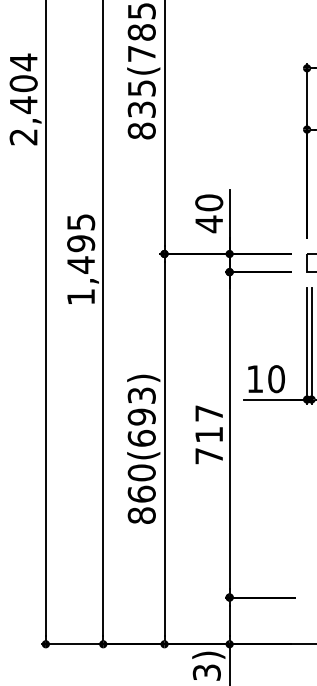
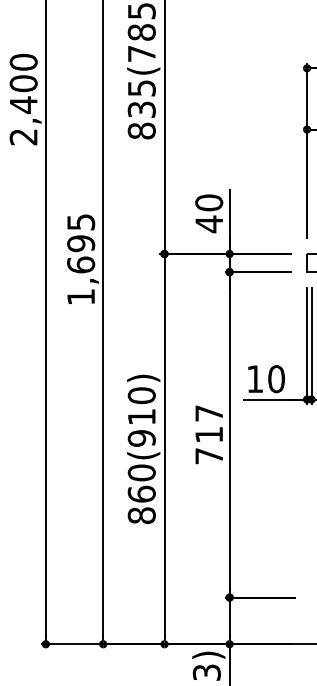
text at (23, 62): 2,404 -> 2,400
text at (81, 264): 1,495 -> 1,695
text at (141, 416): 860(693) -> 860(910)
